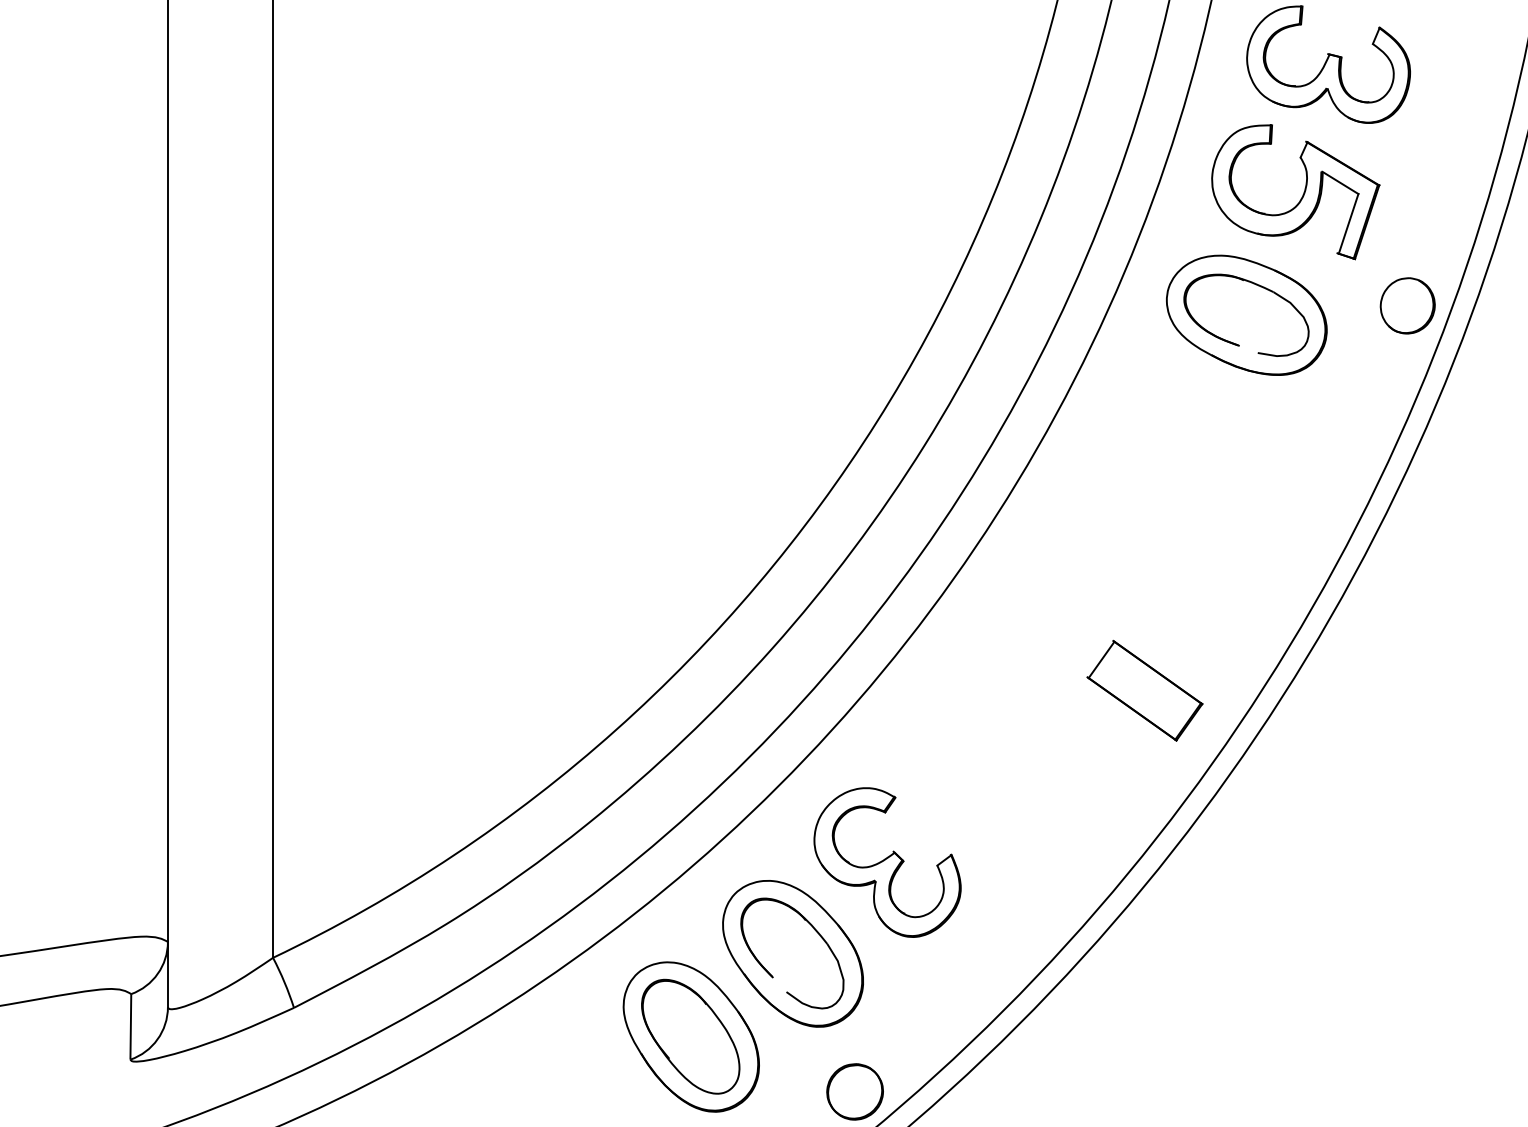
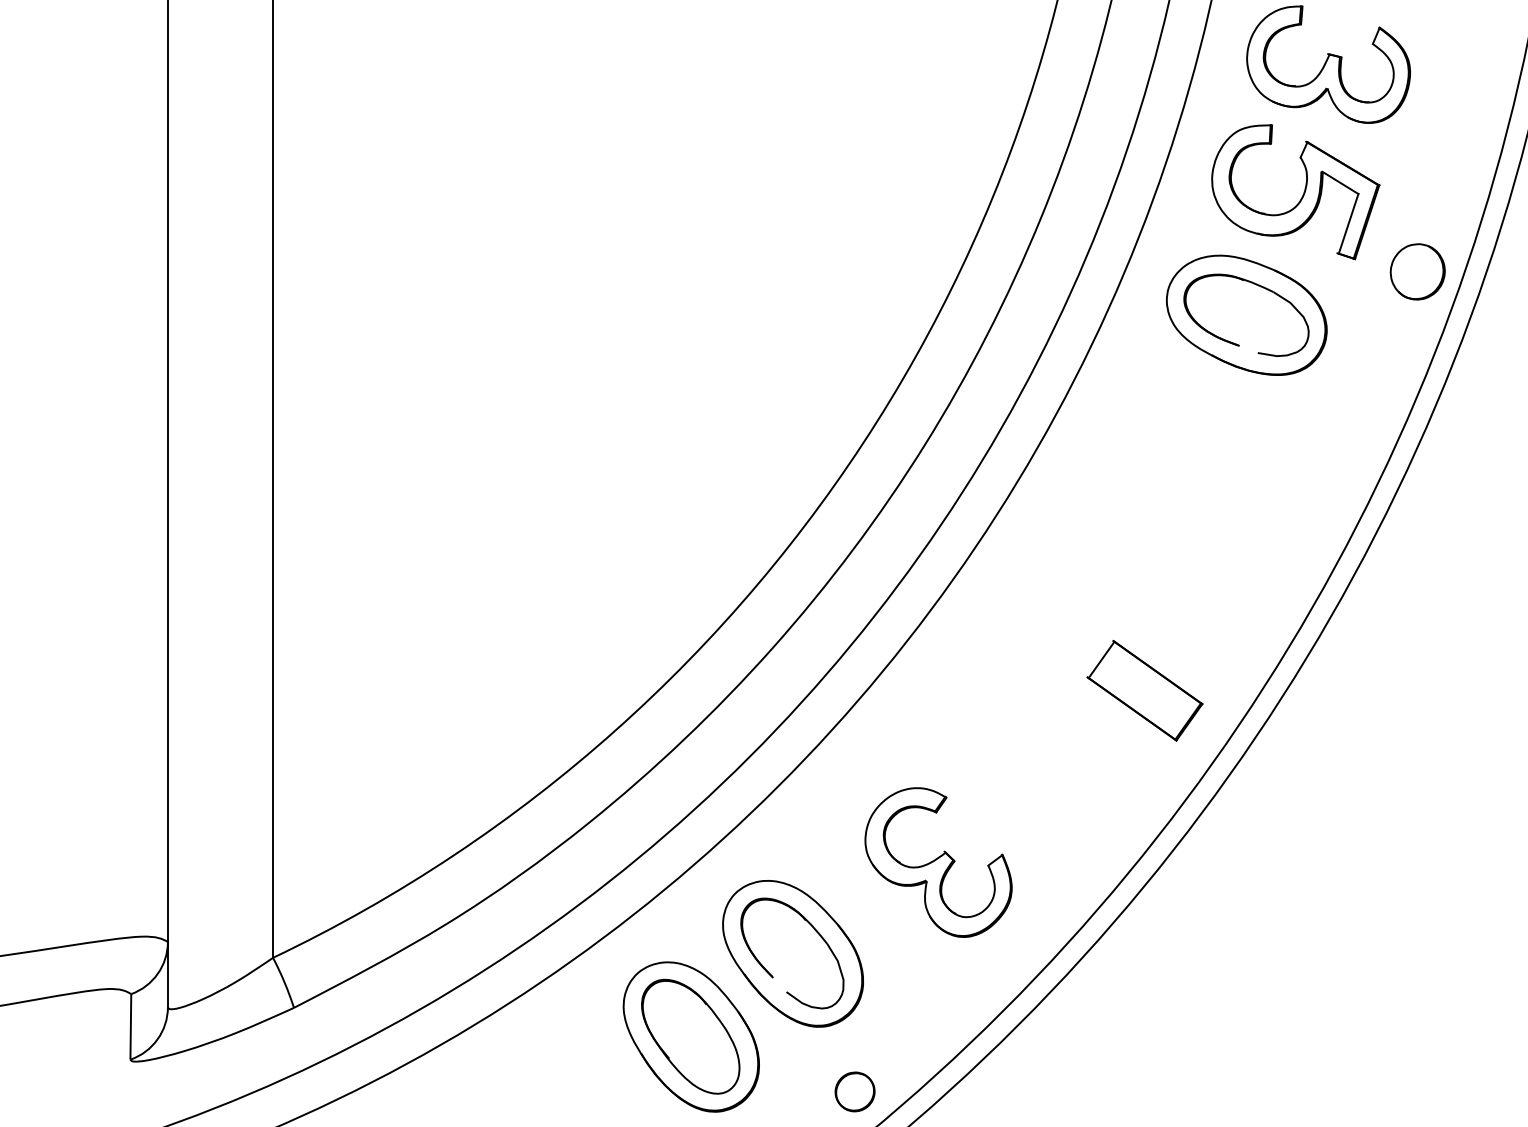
part at (1407, 305) position: (1407, 305) -> (1417, 271)
part at (887, 862) position: (887, 862) -> (938, 862)
part at (854, 1091) size: 58x58 px -> 42x42 px
